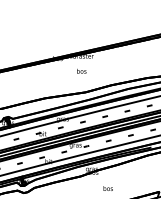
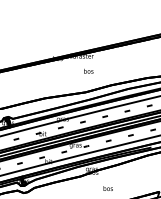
text at (81, 70) position: (81, 70) -> (88, 70)
